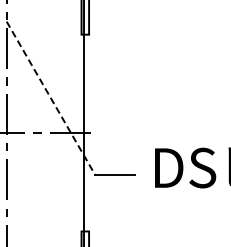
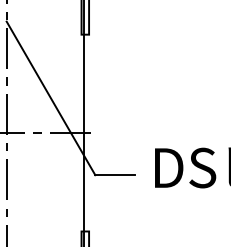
line at (51, 98): dashed -> solid
